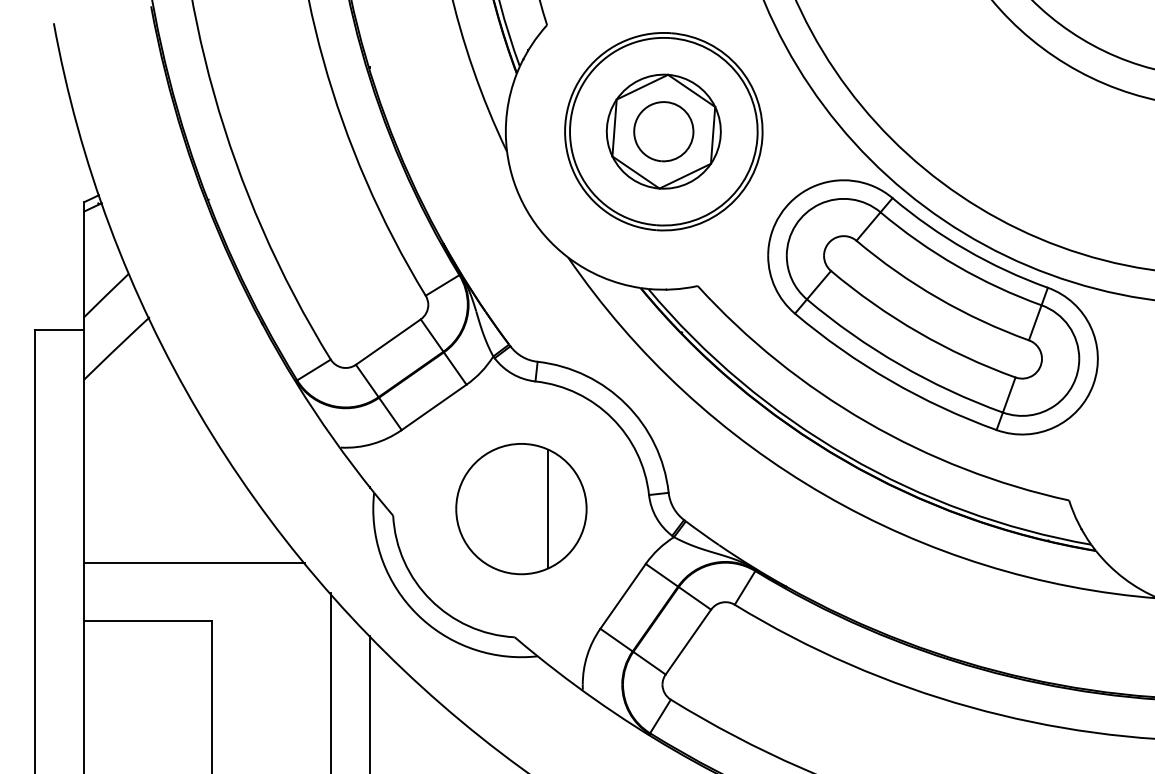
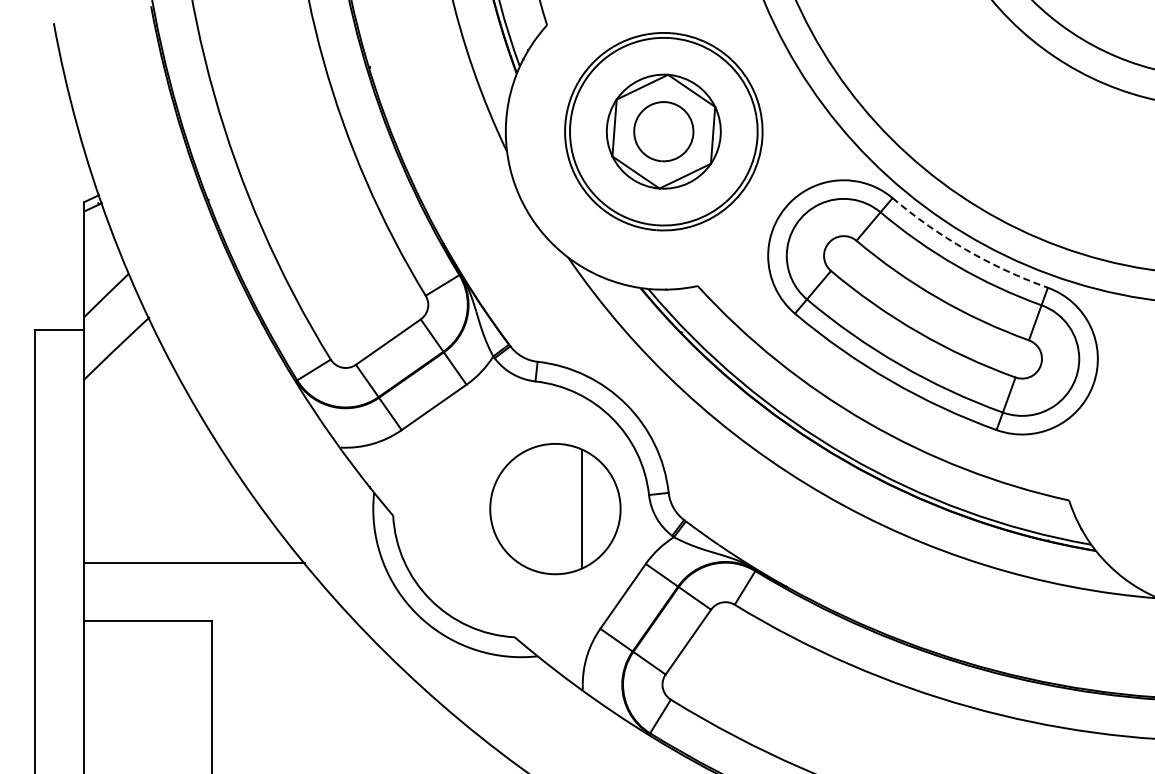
arc at (966, 249): solid -> dashed
part at (521, 509) position: (521, 509) -> (555, 509)
line at (330, 681): present -> none
line at (370, 702): present -> none
